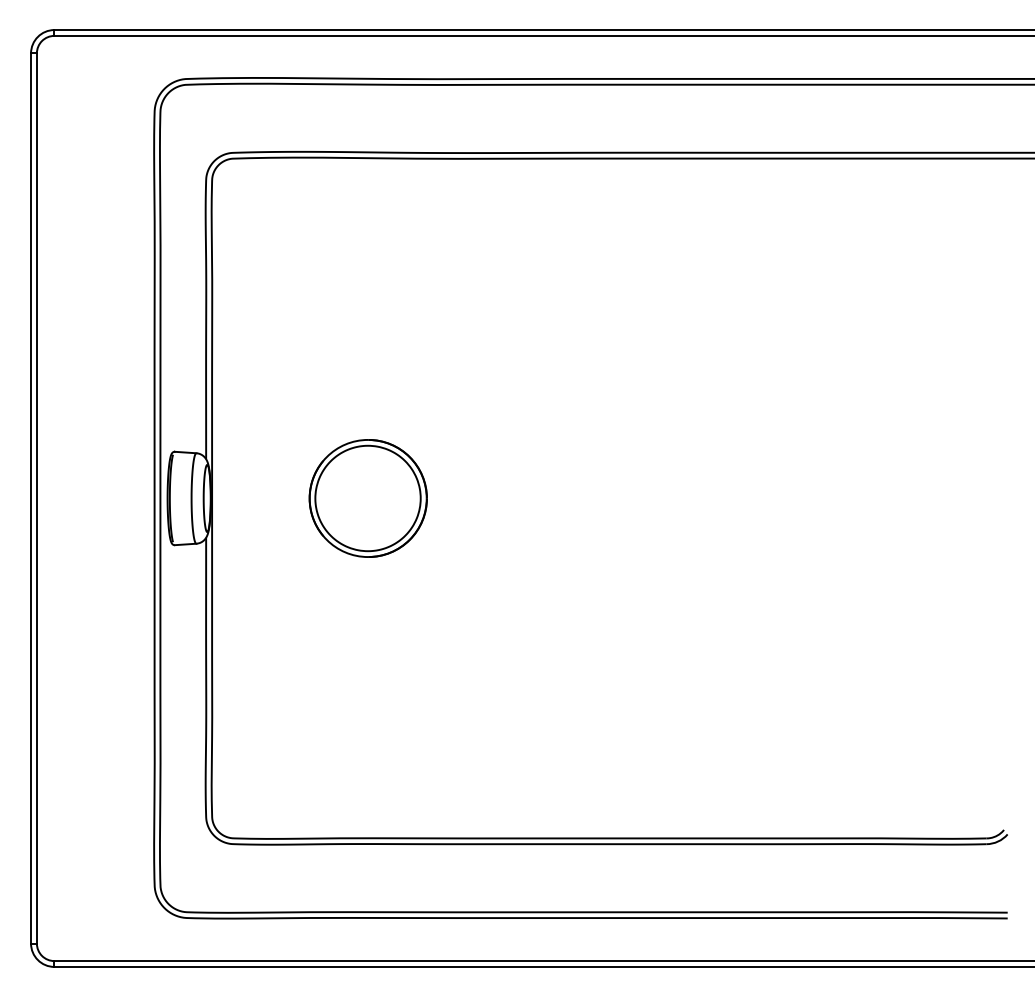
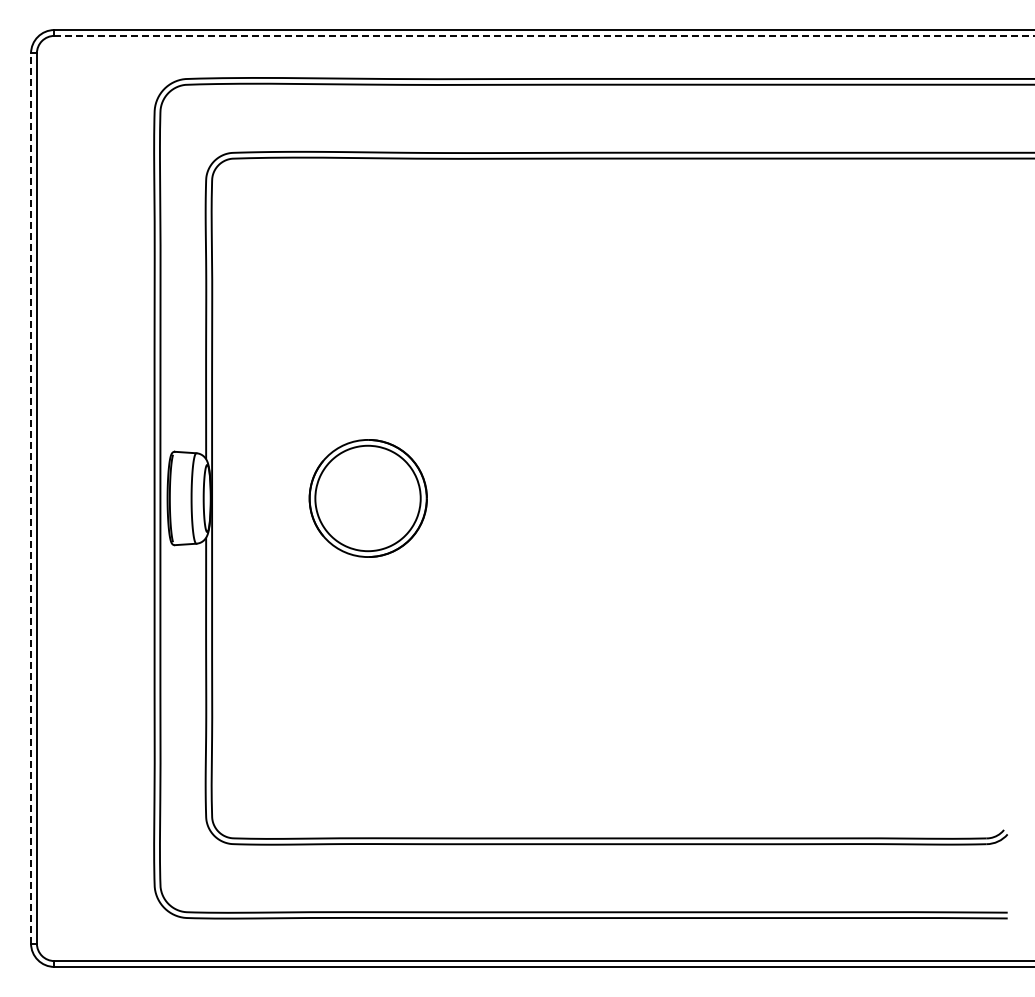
line at (544, 35): solid -> dashed
line at (31, 498): solid -> dashed
